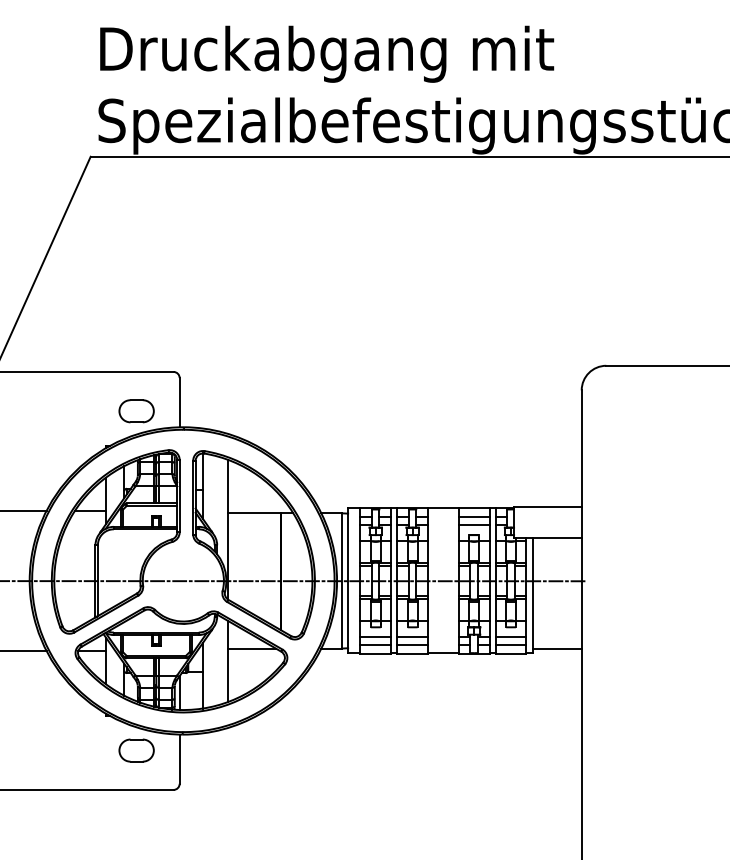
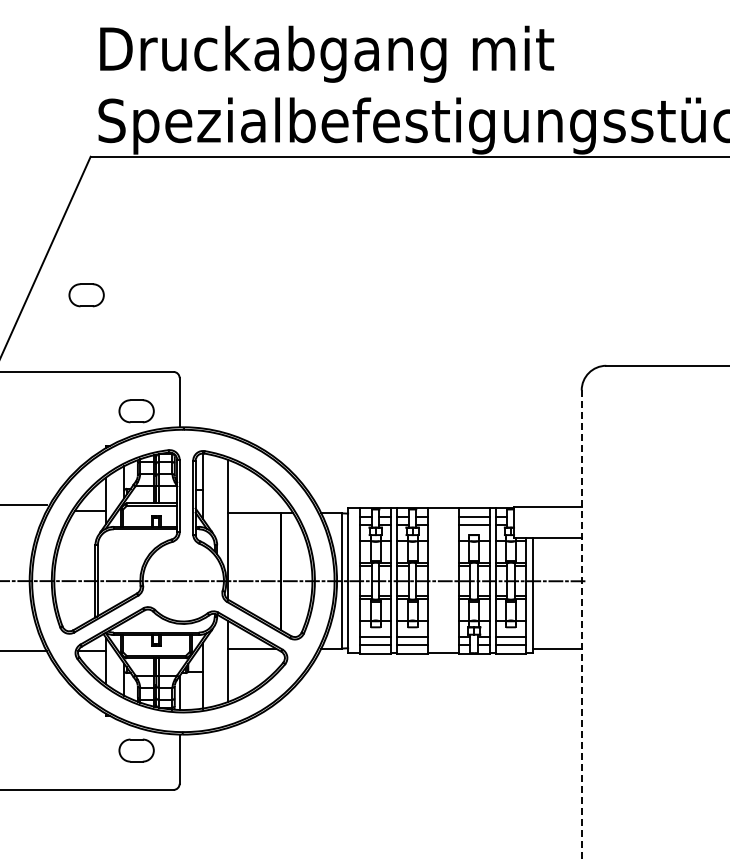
part at (86, 295): none -> present
line at (24, 510) position: (24, 510) -> (24, 504)
line at (581, 625): solid -> dashed
